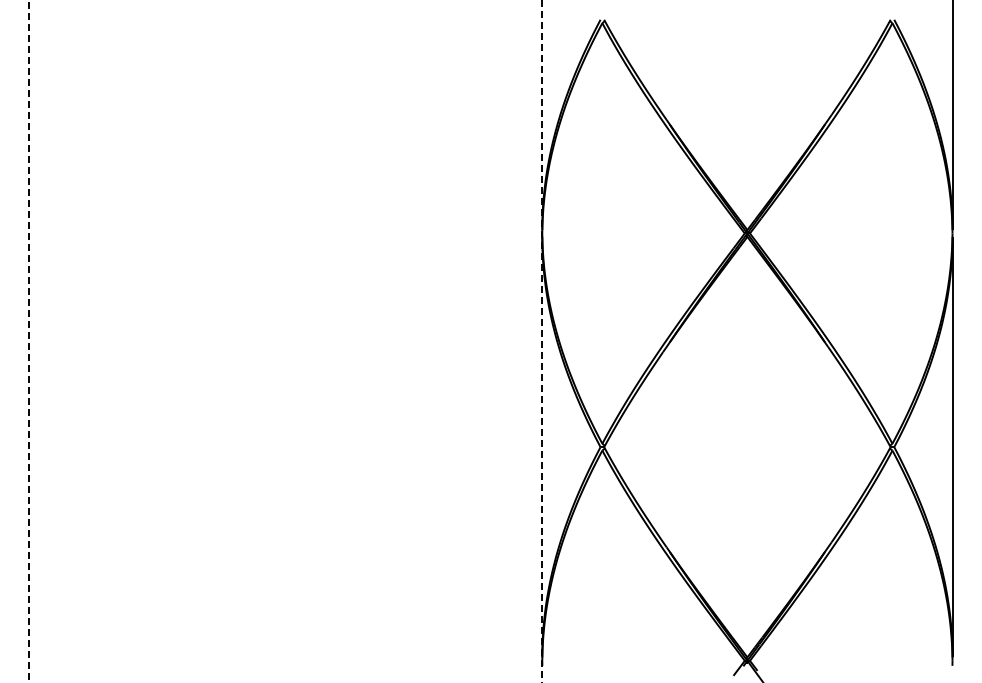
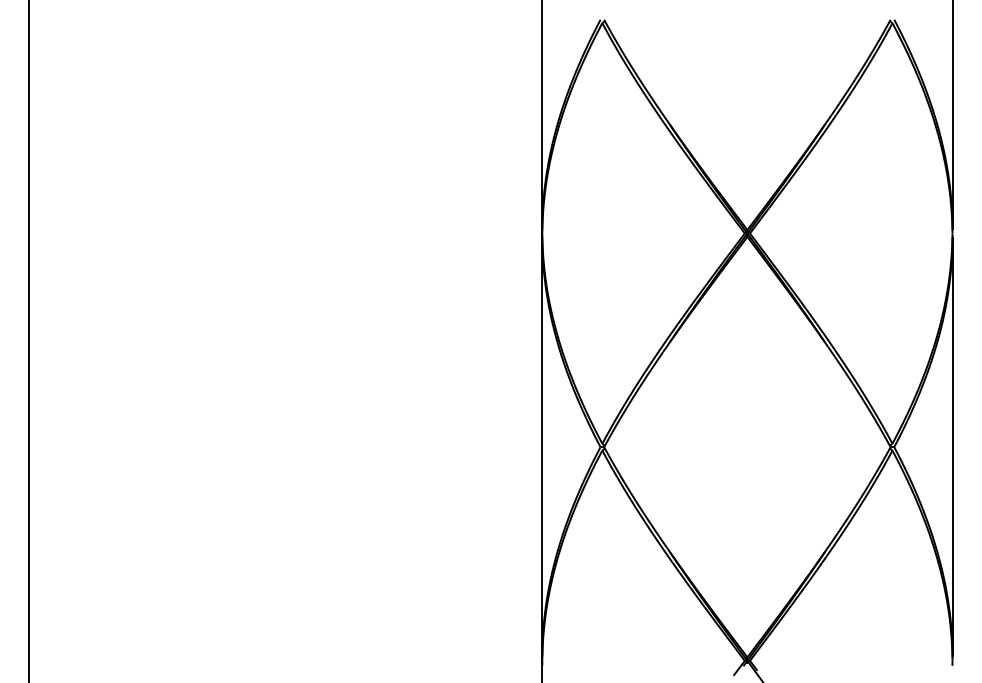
line at (29, 341): dashed -> solid
line at (542, 341): dashed -> solid
